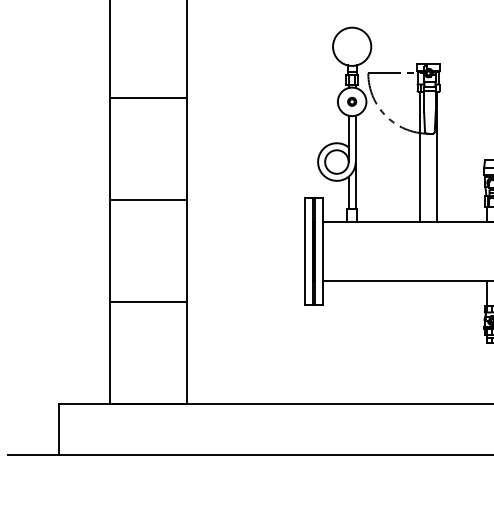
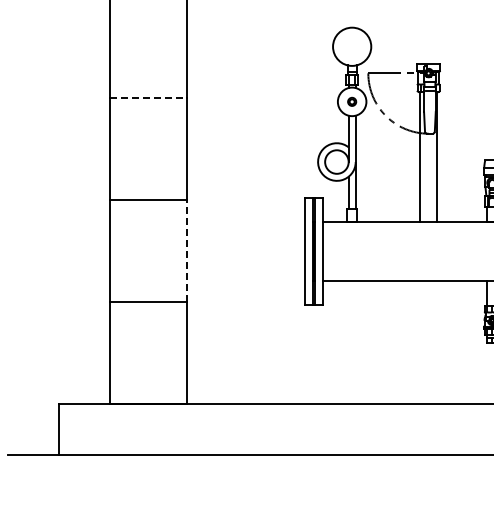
line at (149, 98): solid -> dashed
line at (186, 251): solid -> dashed
